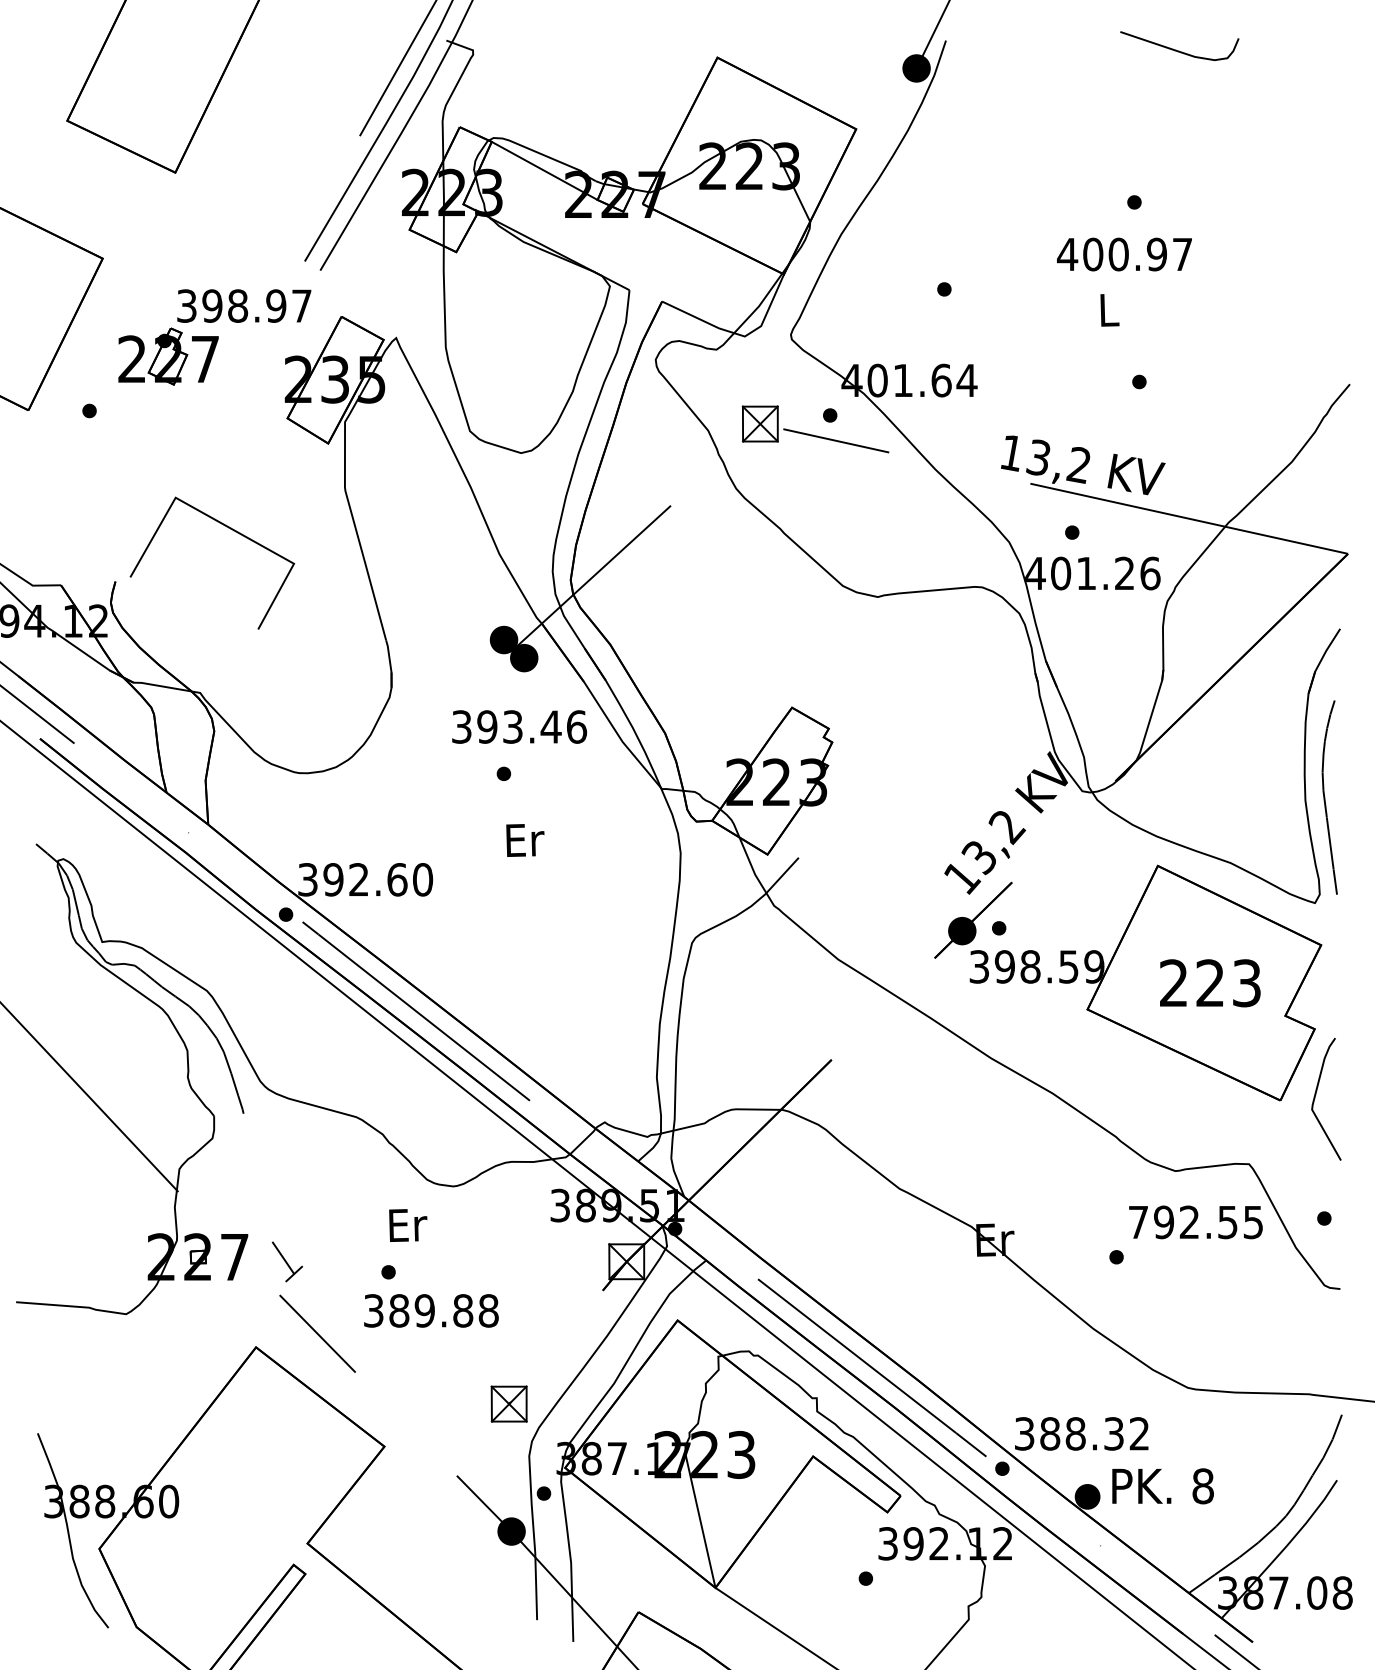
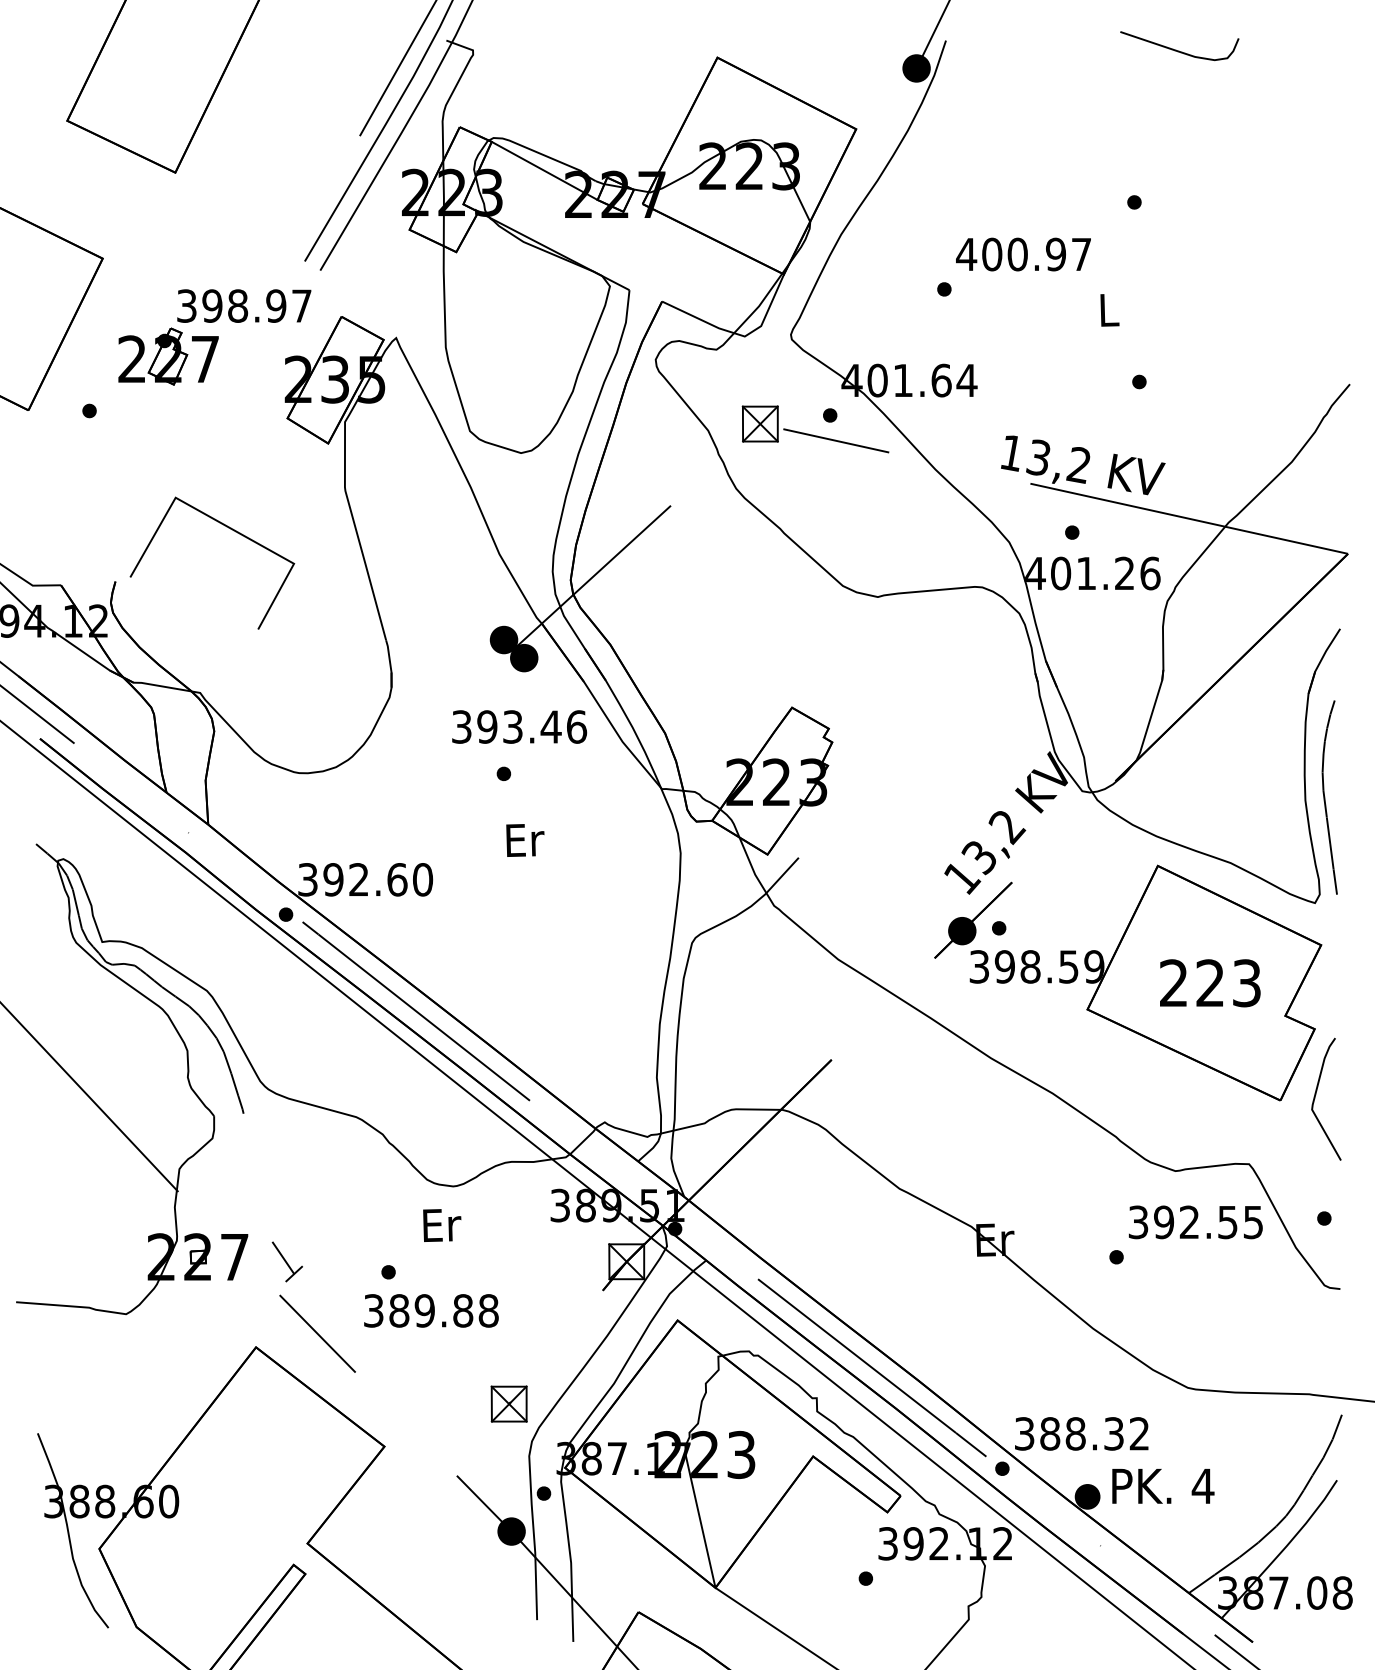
text at (1124, 254) position: (1124, 254) -> (1023, 254)
text at (1138, 1222): 792.55 -> 392.55
text at (408, 1225) position: (408, 1225) -> (442, 1225)
text at (1202, 1486): 8 -> 4
